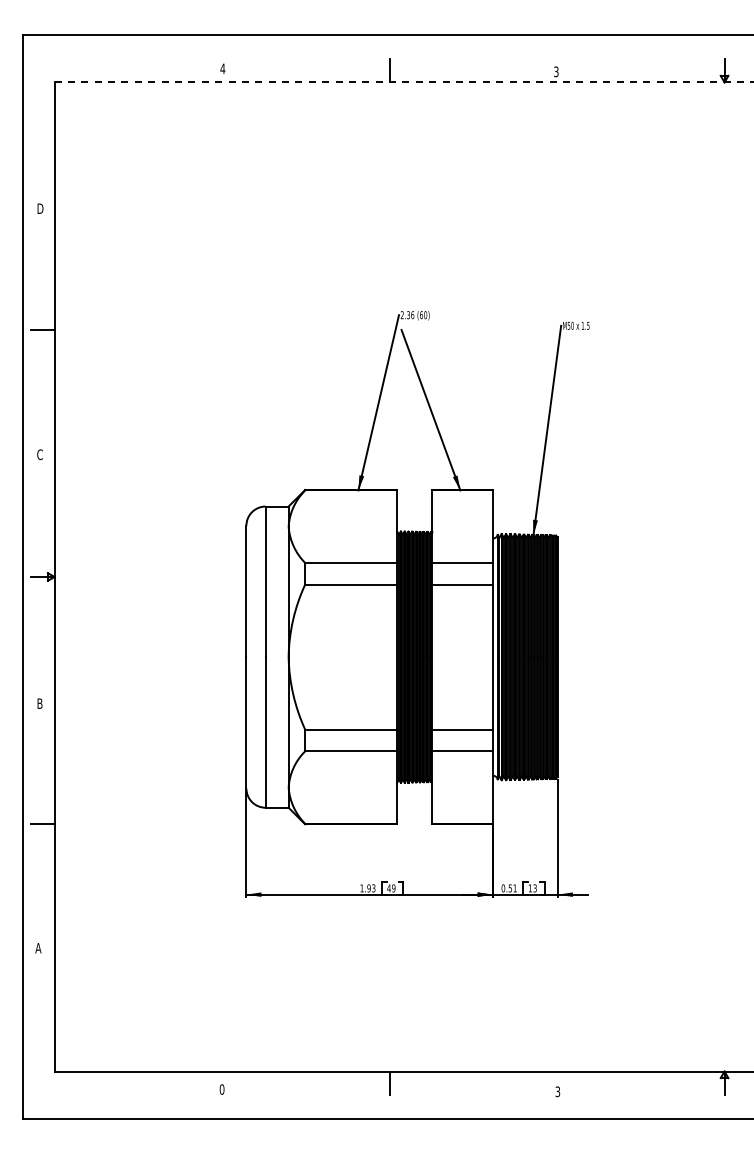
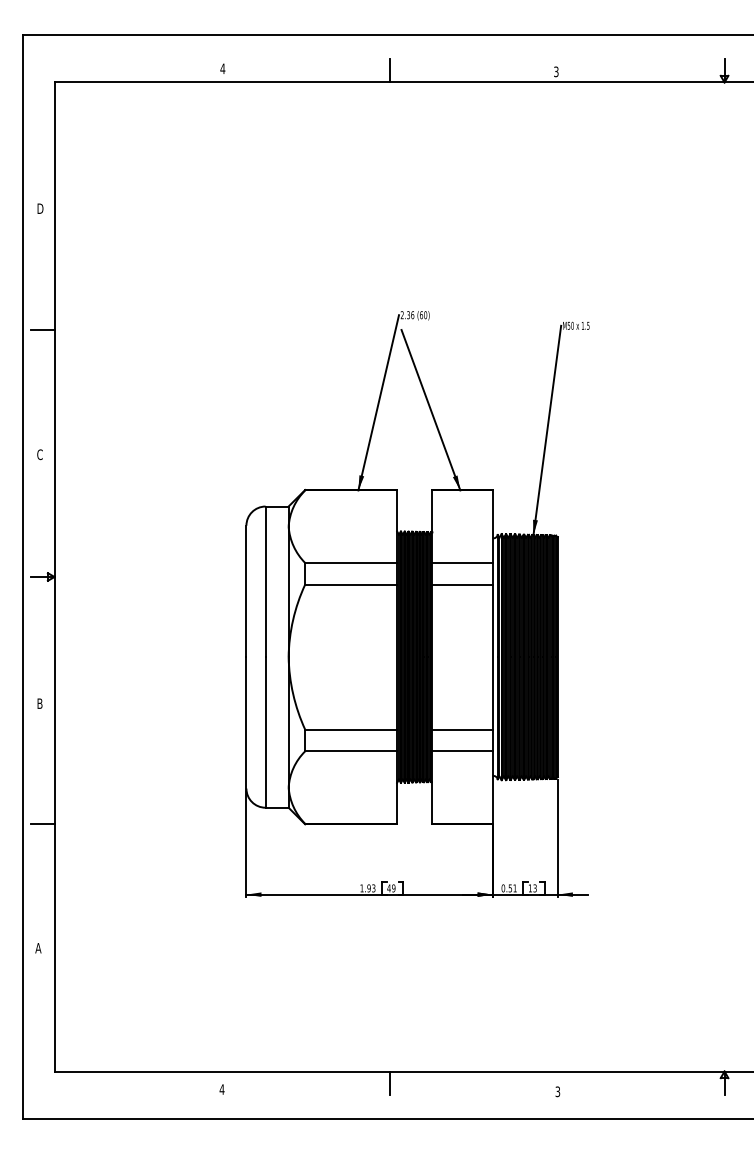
line at (404, 82): dashed -> solid
text at (221, 1089): 0 -> 4
